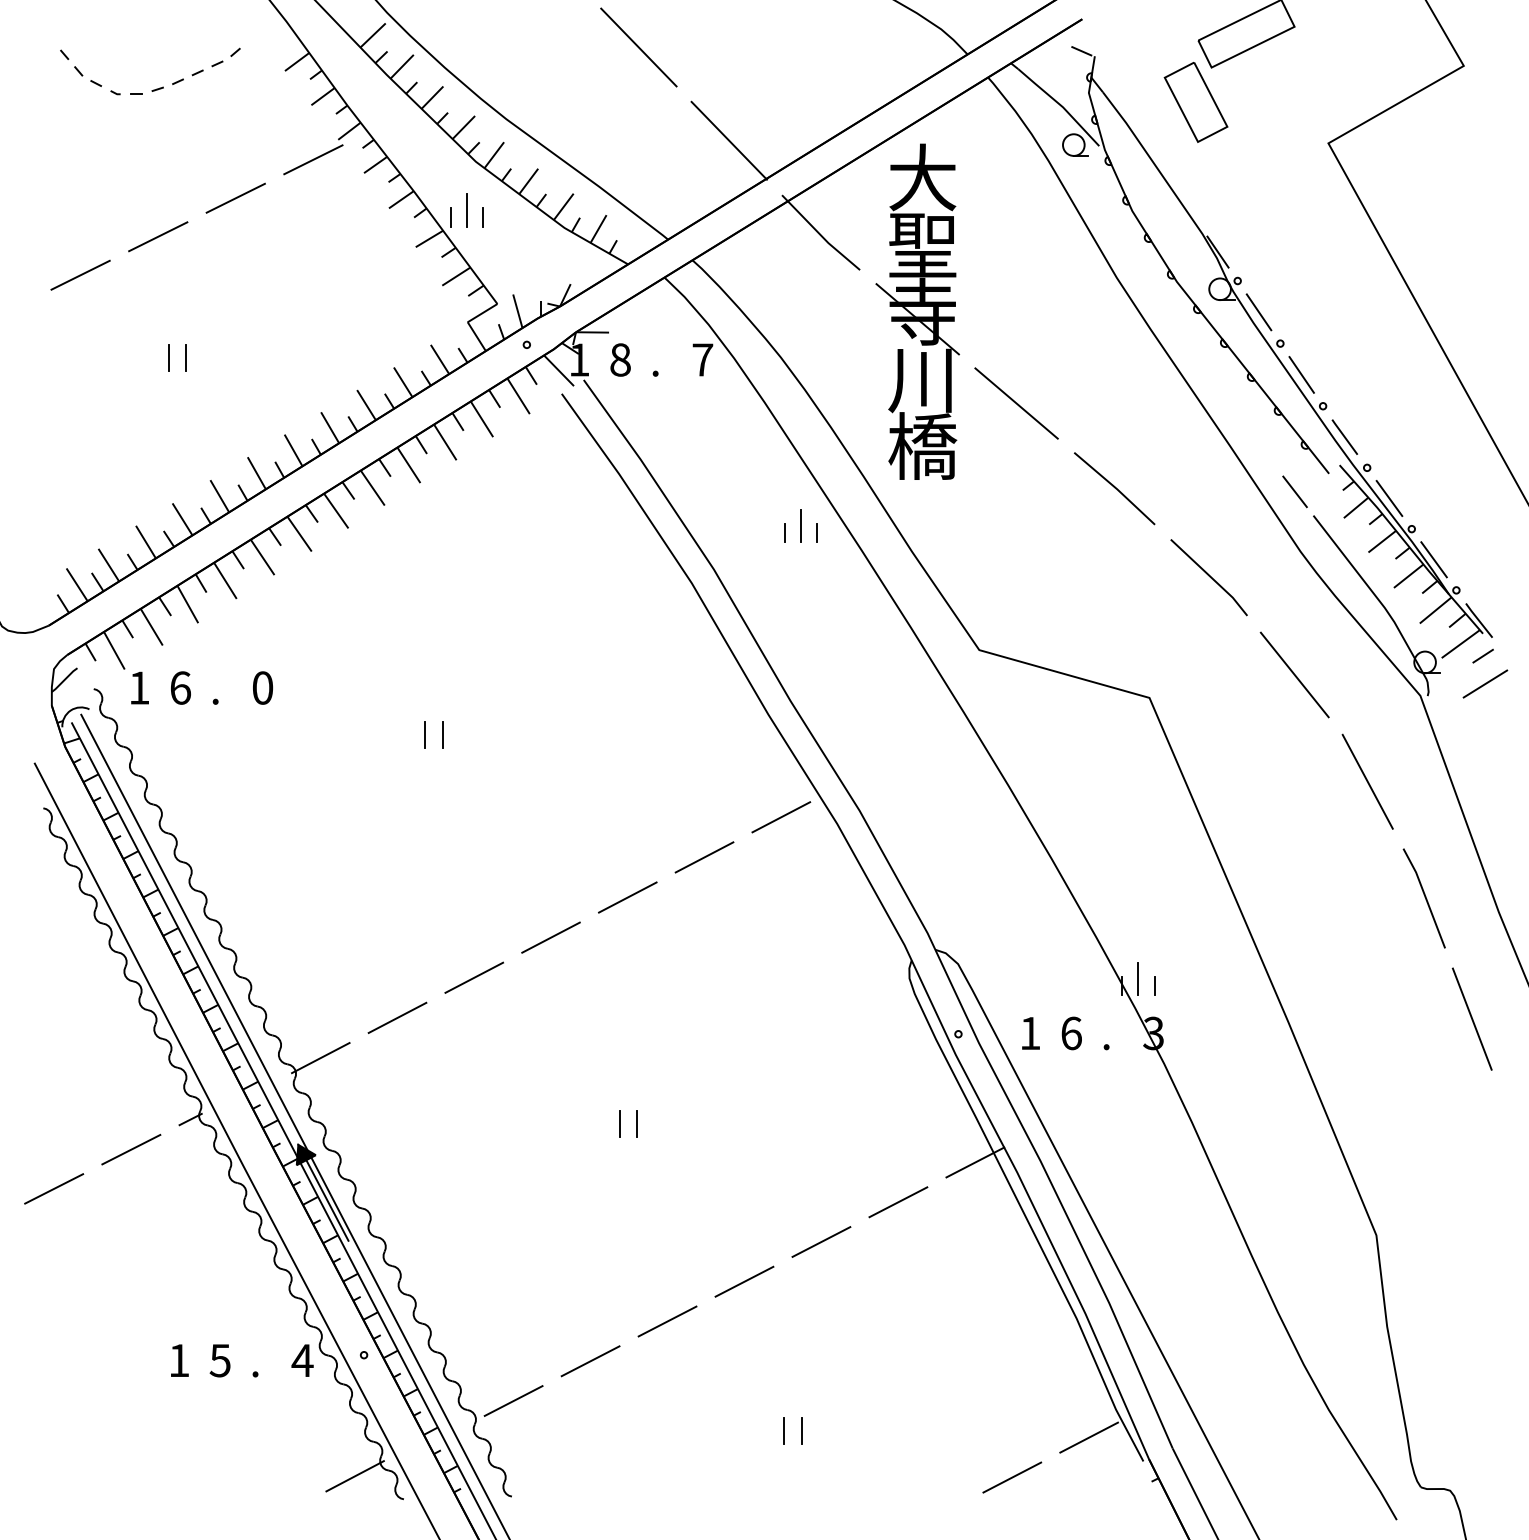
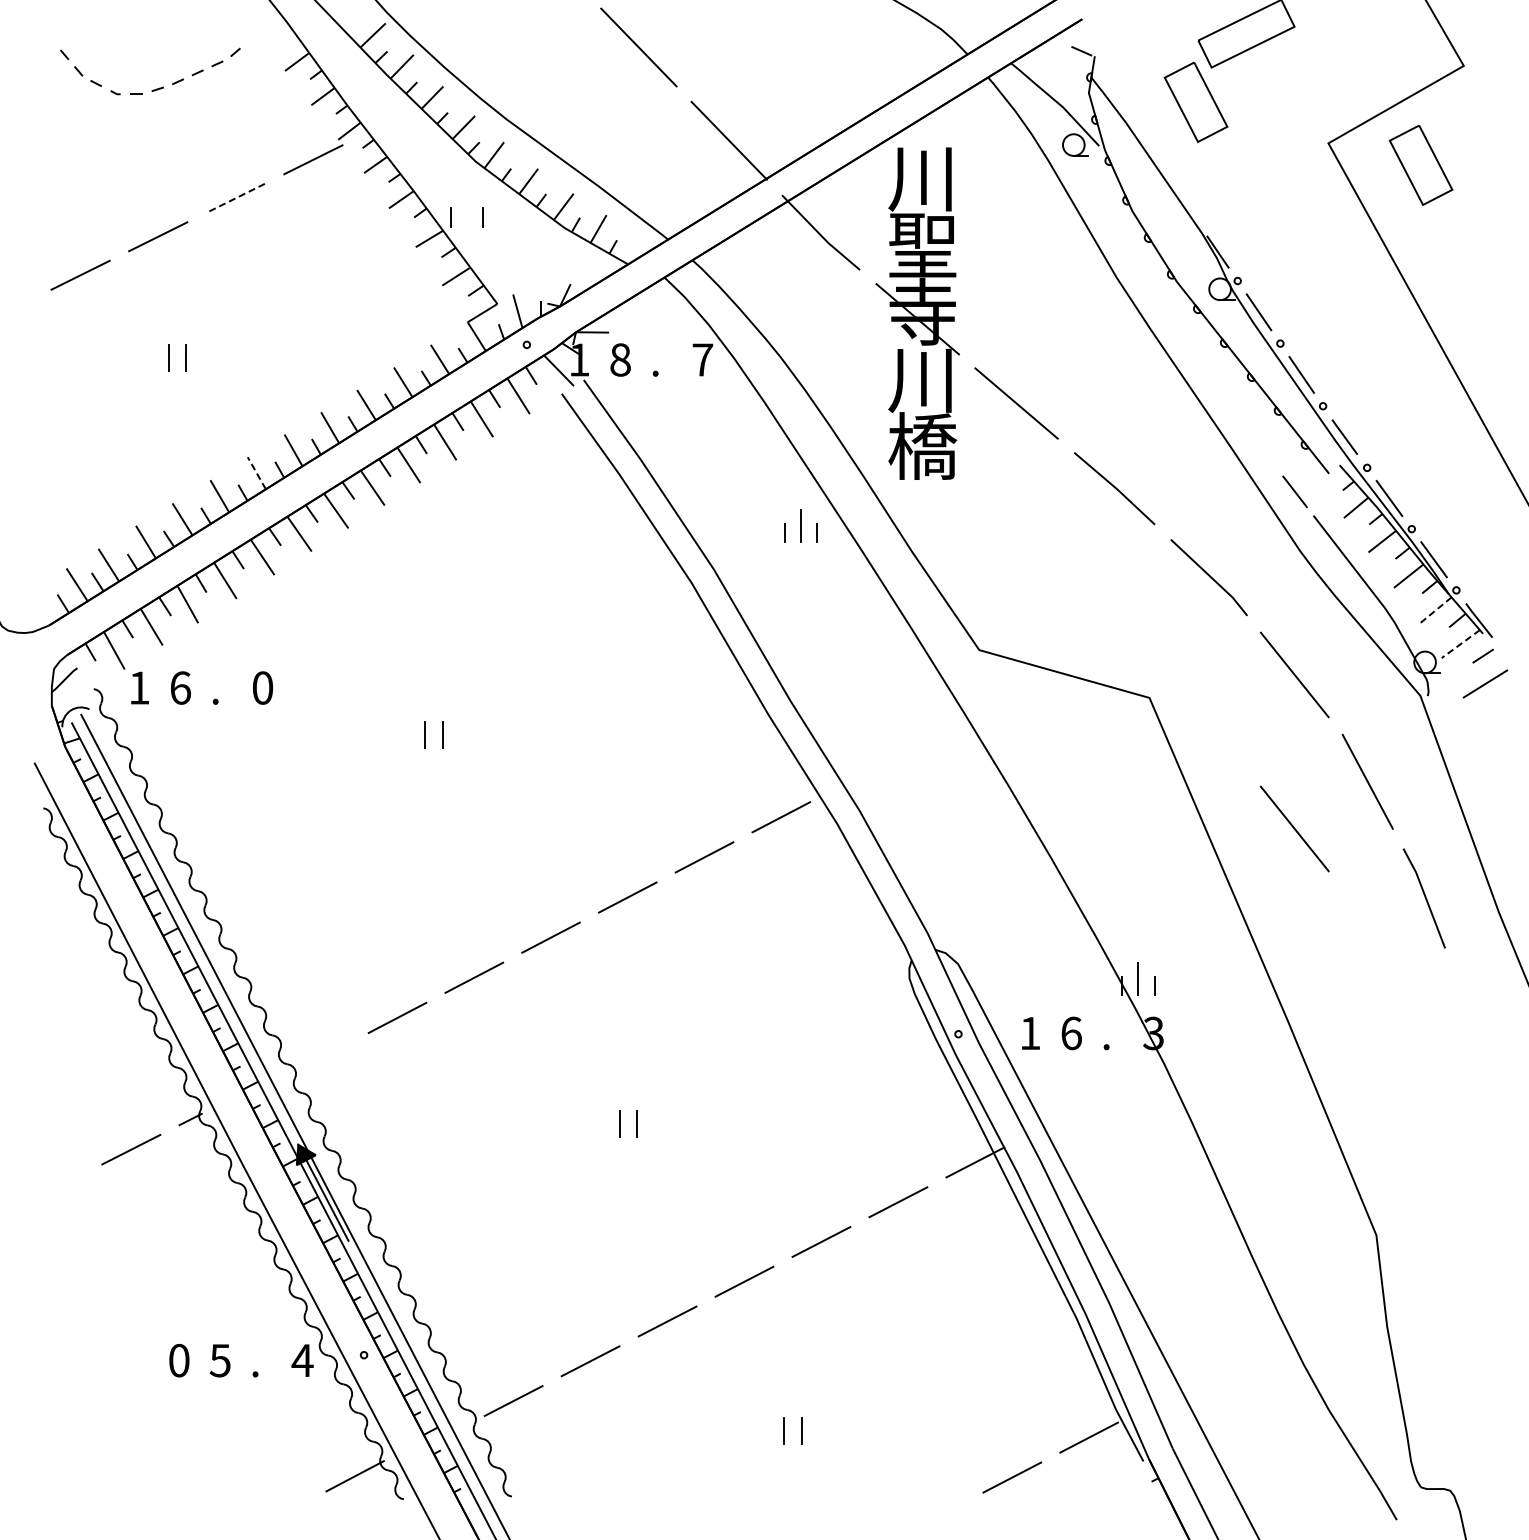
part at (1420, 165): none -> present
text at (922, 177): 大 -> 川
line at (235, 198): solid -> dashed
line at (466, 210): present -> none
line at (256, 472): solid -> dashed
line at (1435, 610): solid -> dashed
line at (1460, 644): solid -> dashed
line at (1294, 828): none -> present
line at (1471, 1018): present -> none
line at (320, 1058): present -> none
line at (54, 1188): present -> none
text at (179, 1360): 1 -> 0
